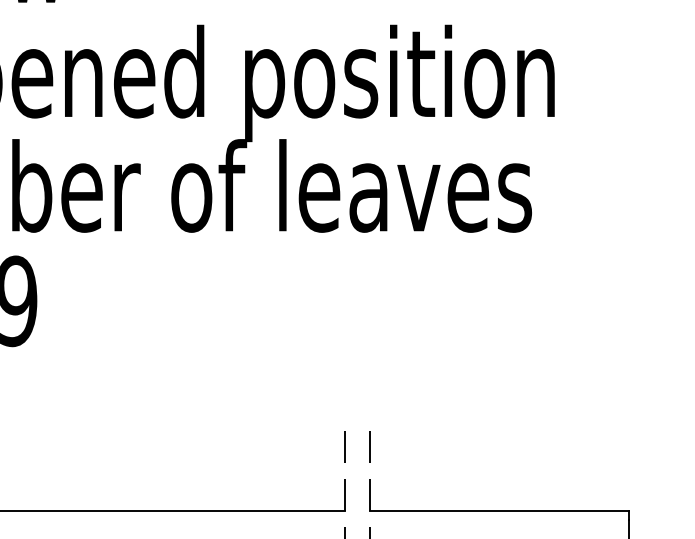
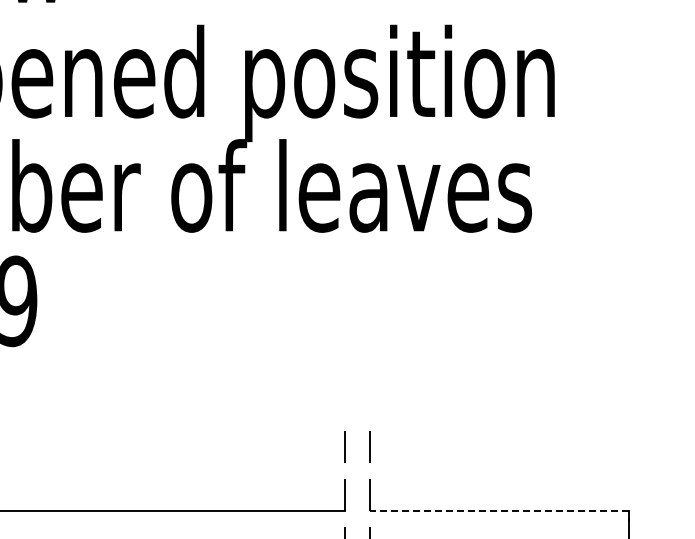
line at (499, 510): solid -> dashed
